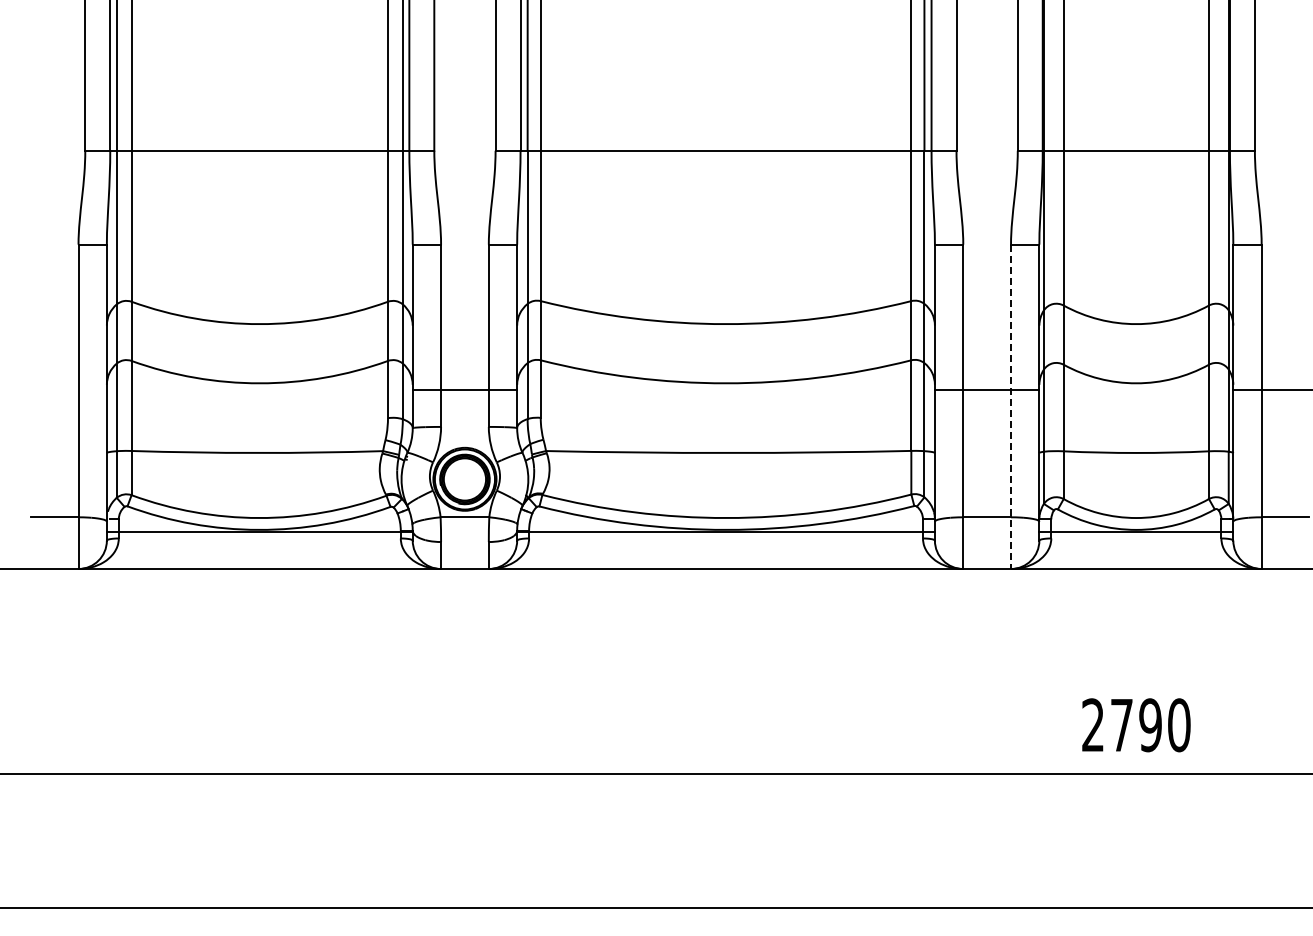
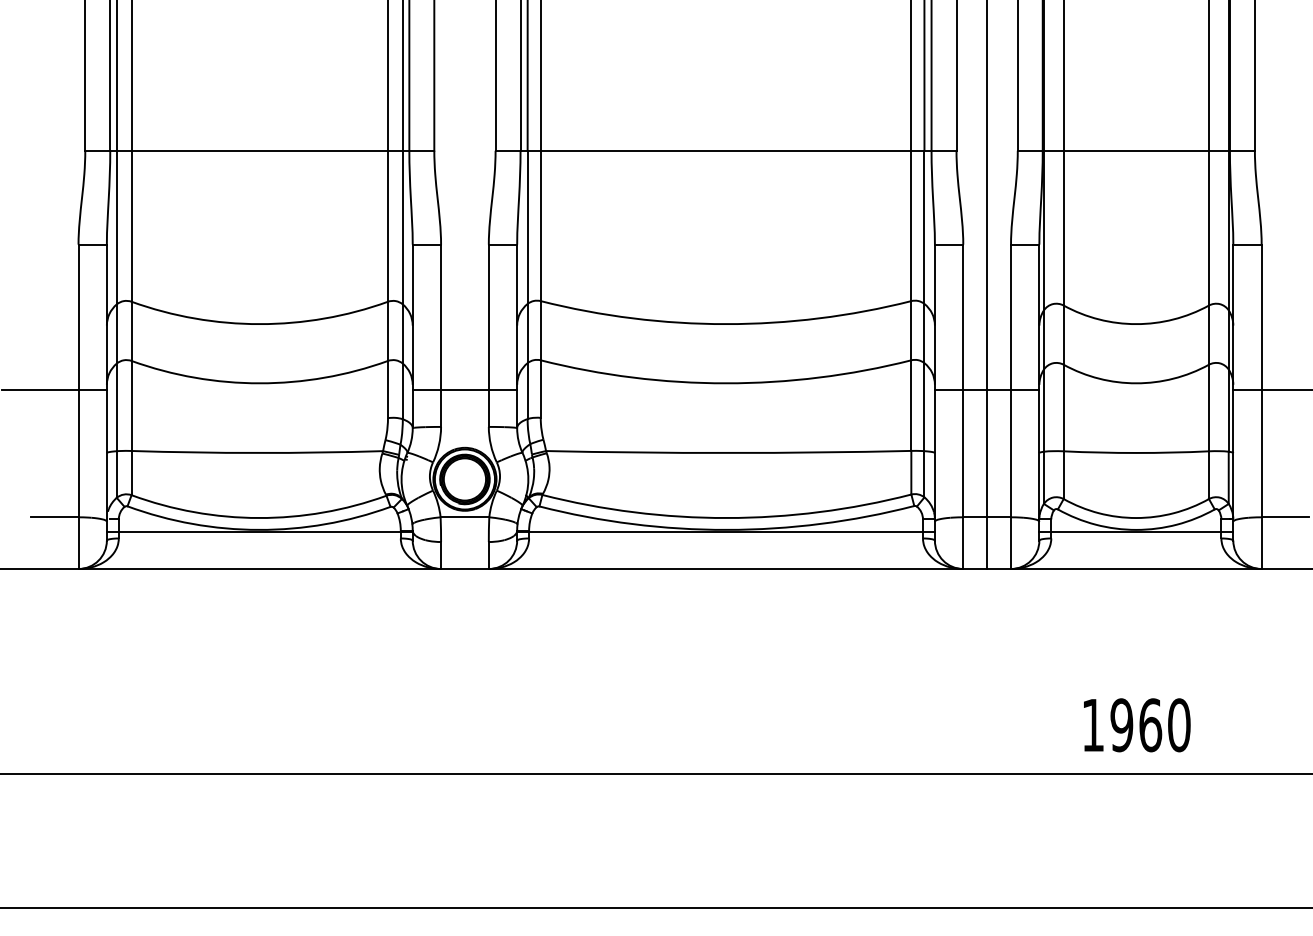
line at (987, 285): none -> present
line at (54, 390): none -> present
line at (1011, 407): dashed -> solid
text at (1122, 725): 2790 -> 1960
